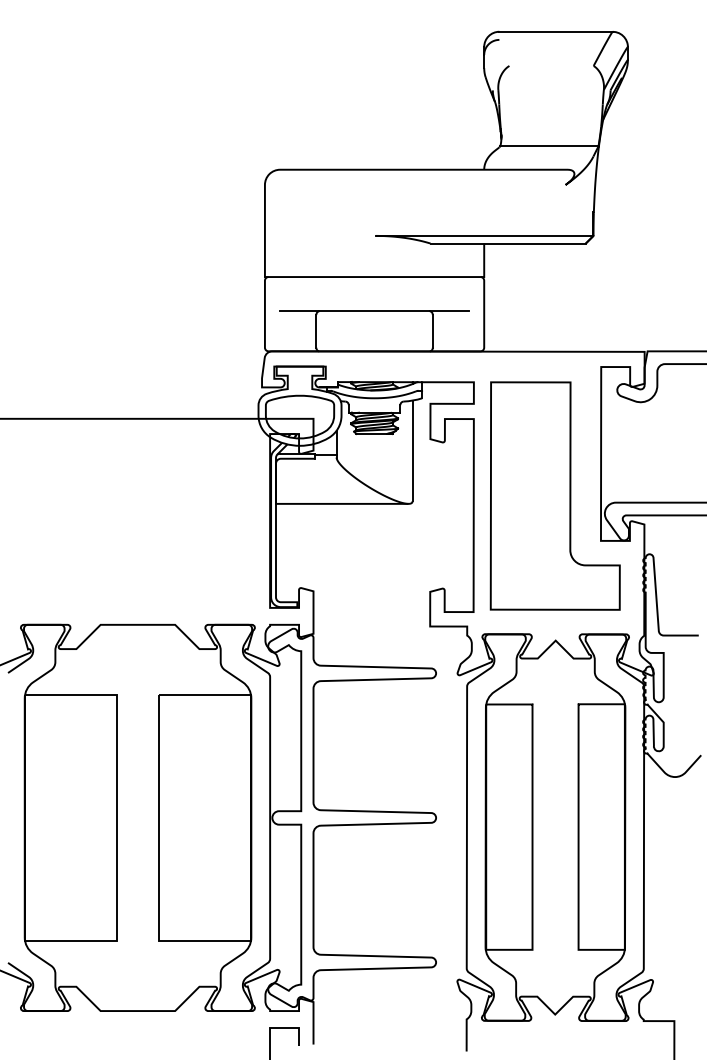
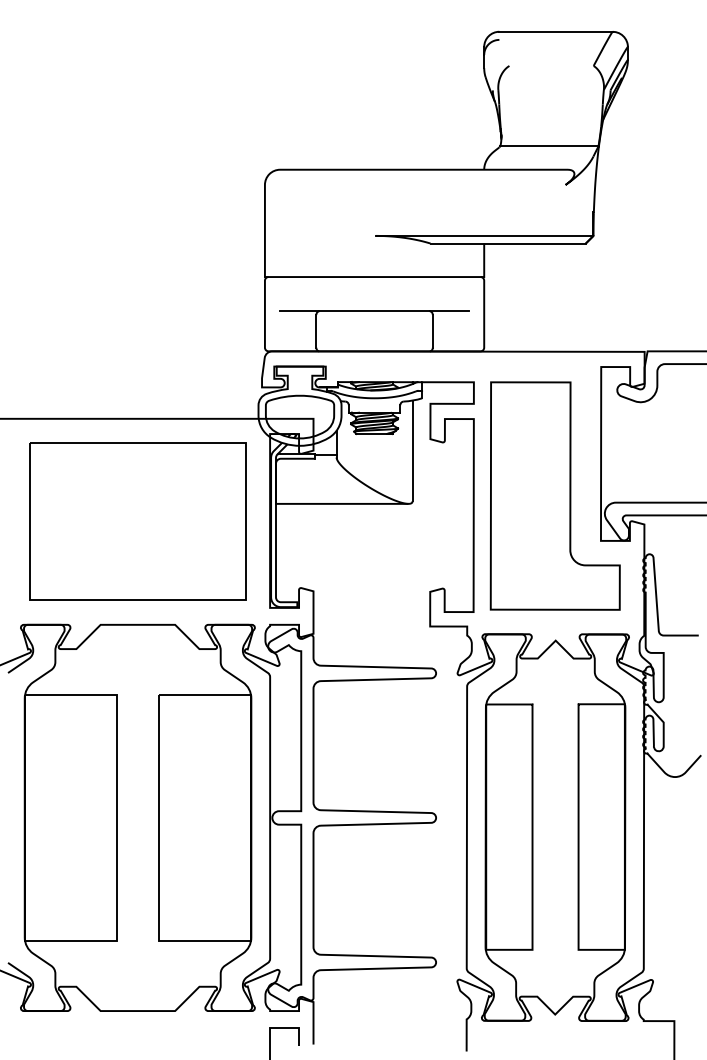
part at (137, 521): none -> present
